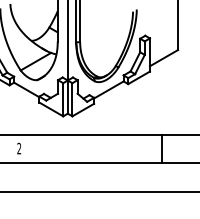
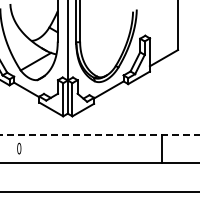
line at (100, 134): solid -> dashed
text at (19, 148): 2 -> 0
